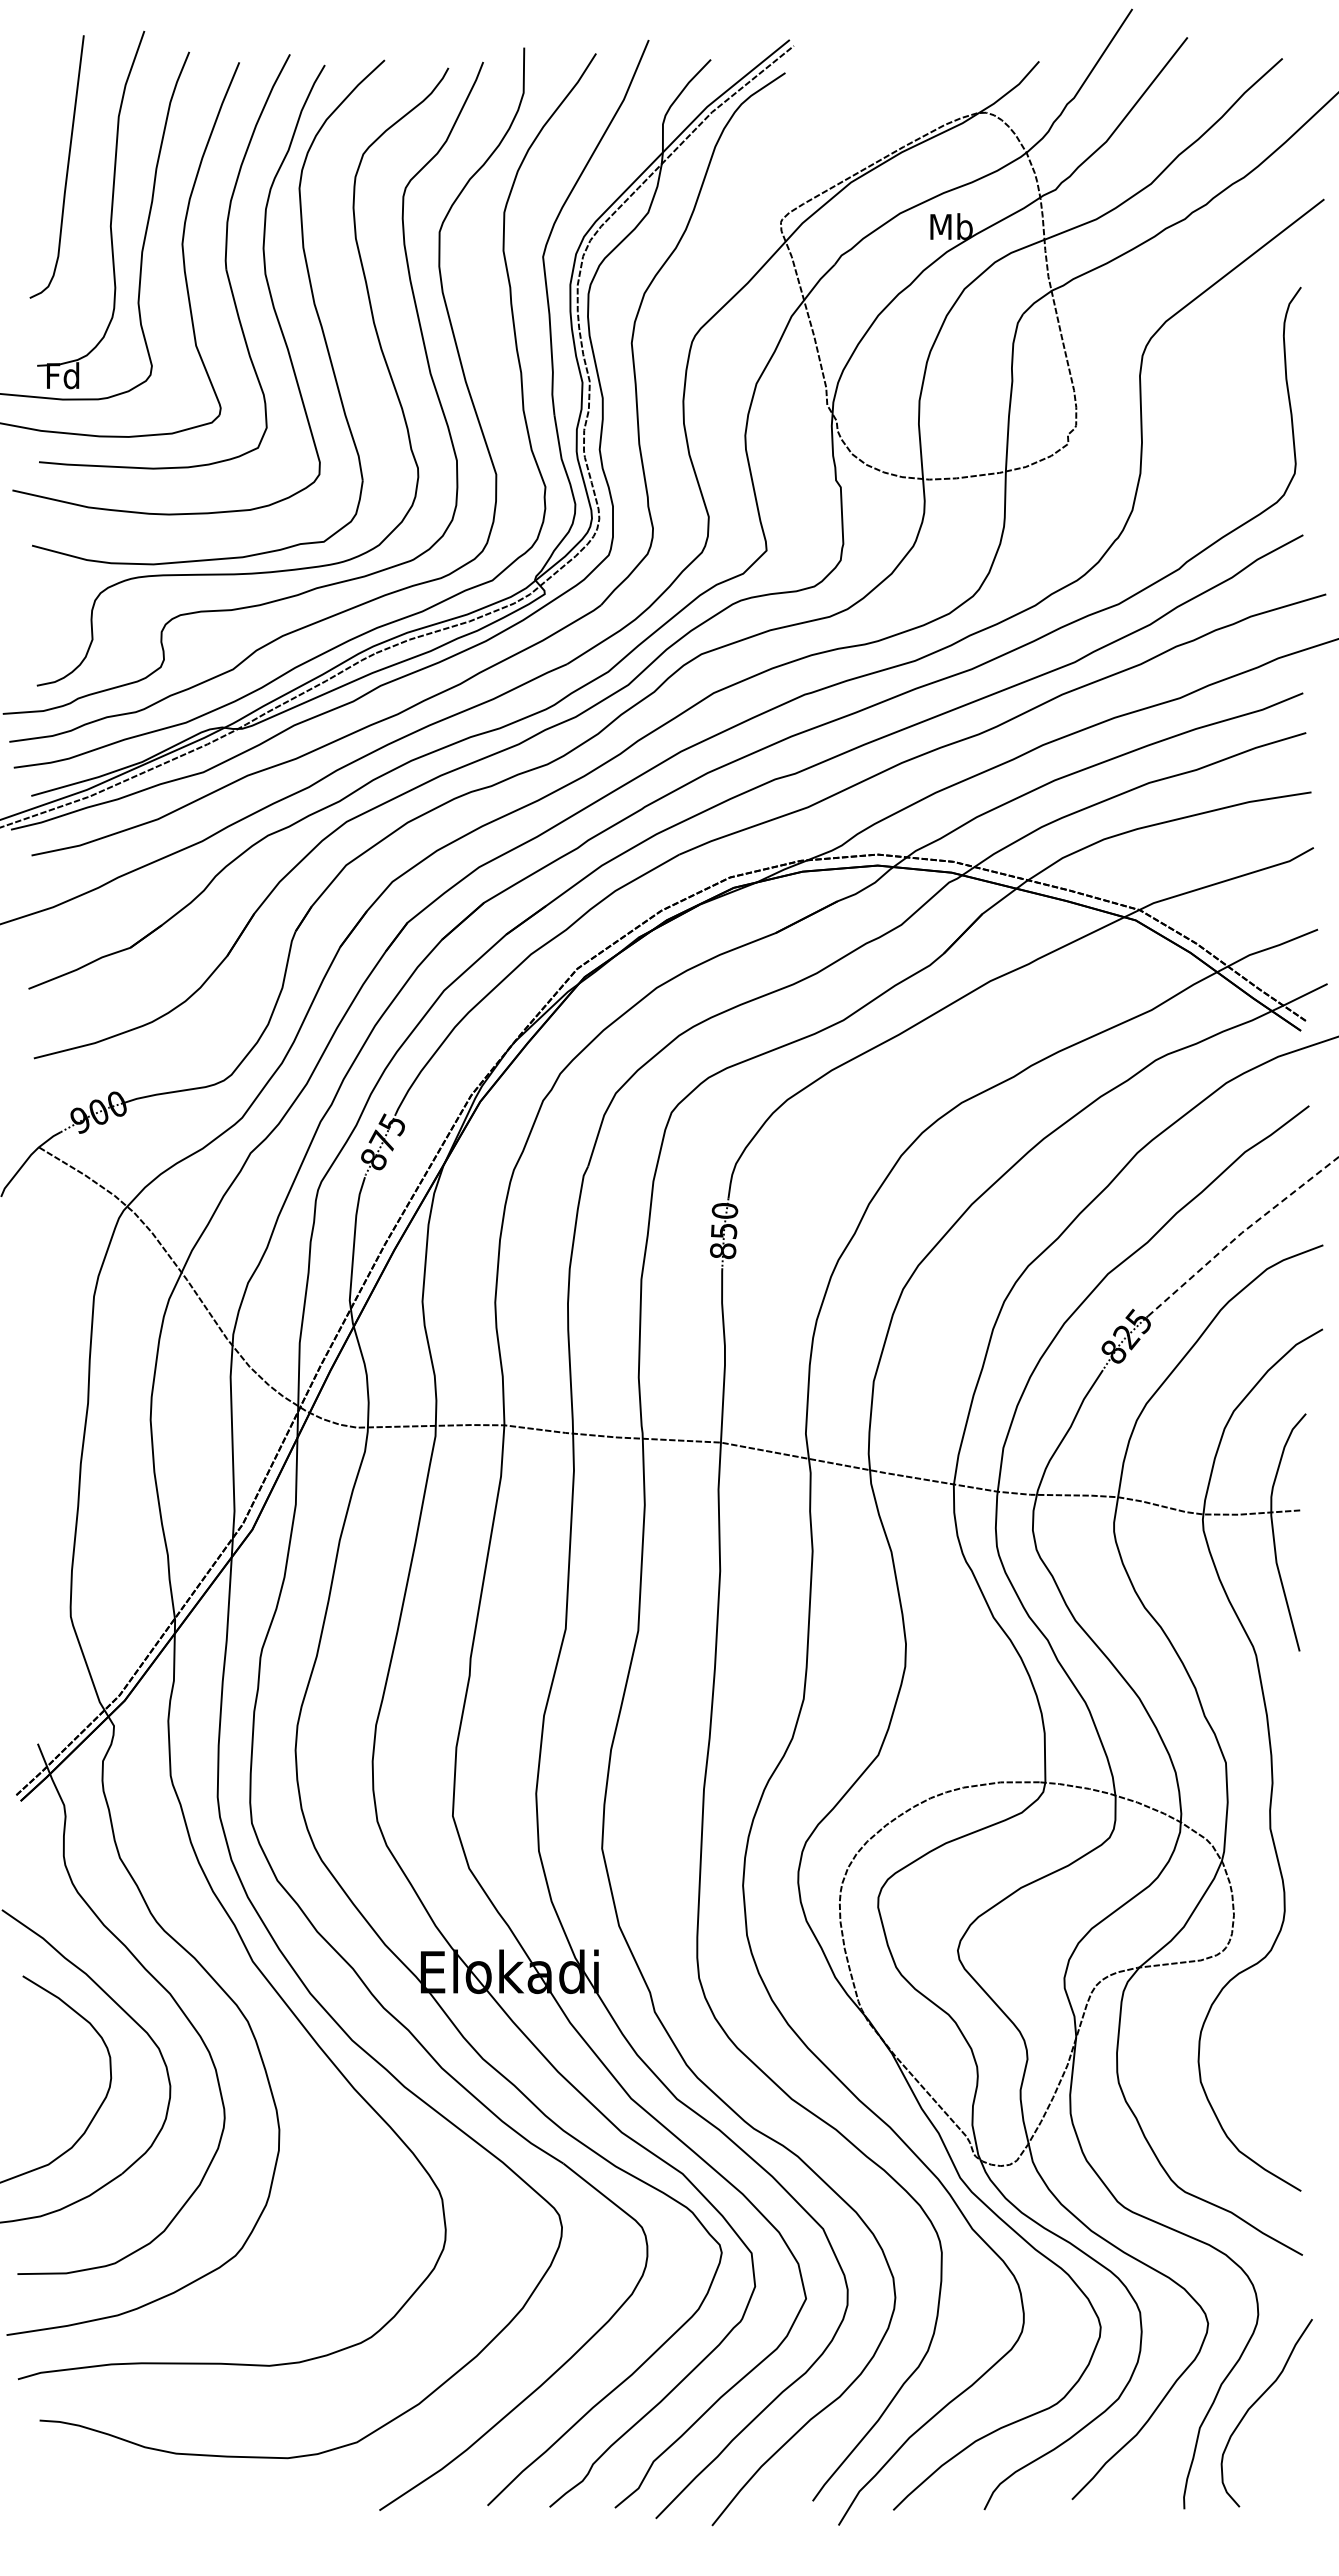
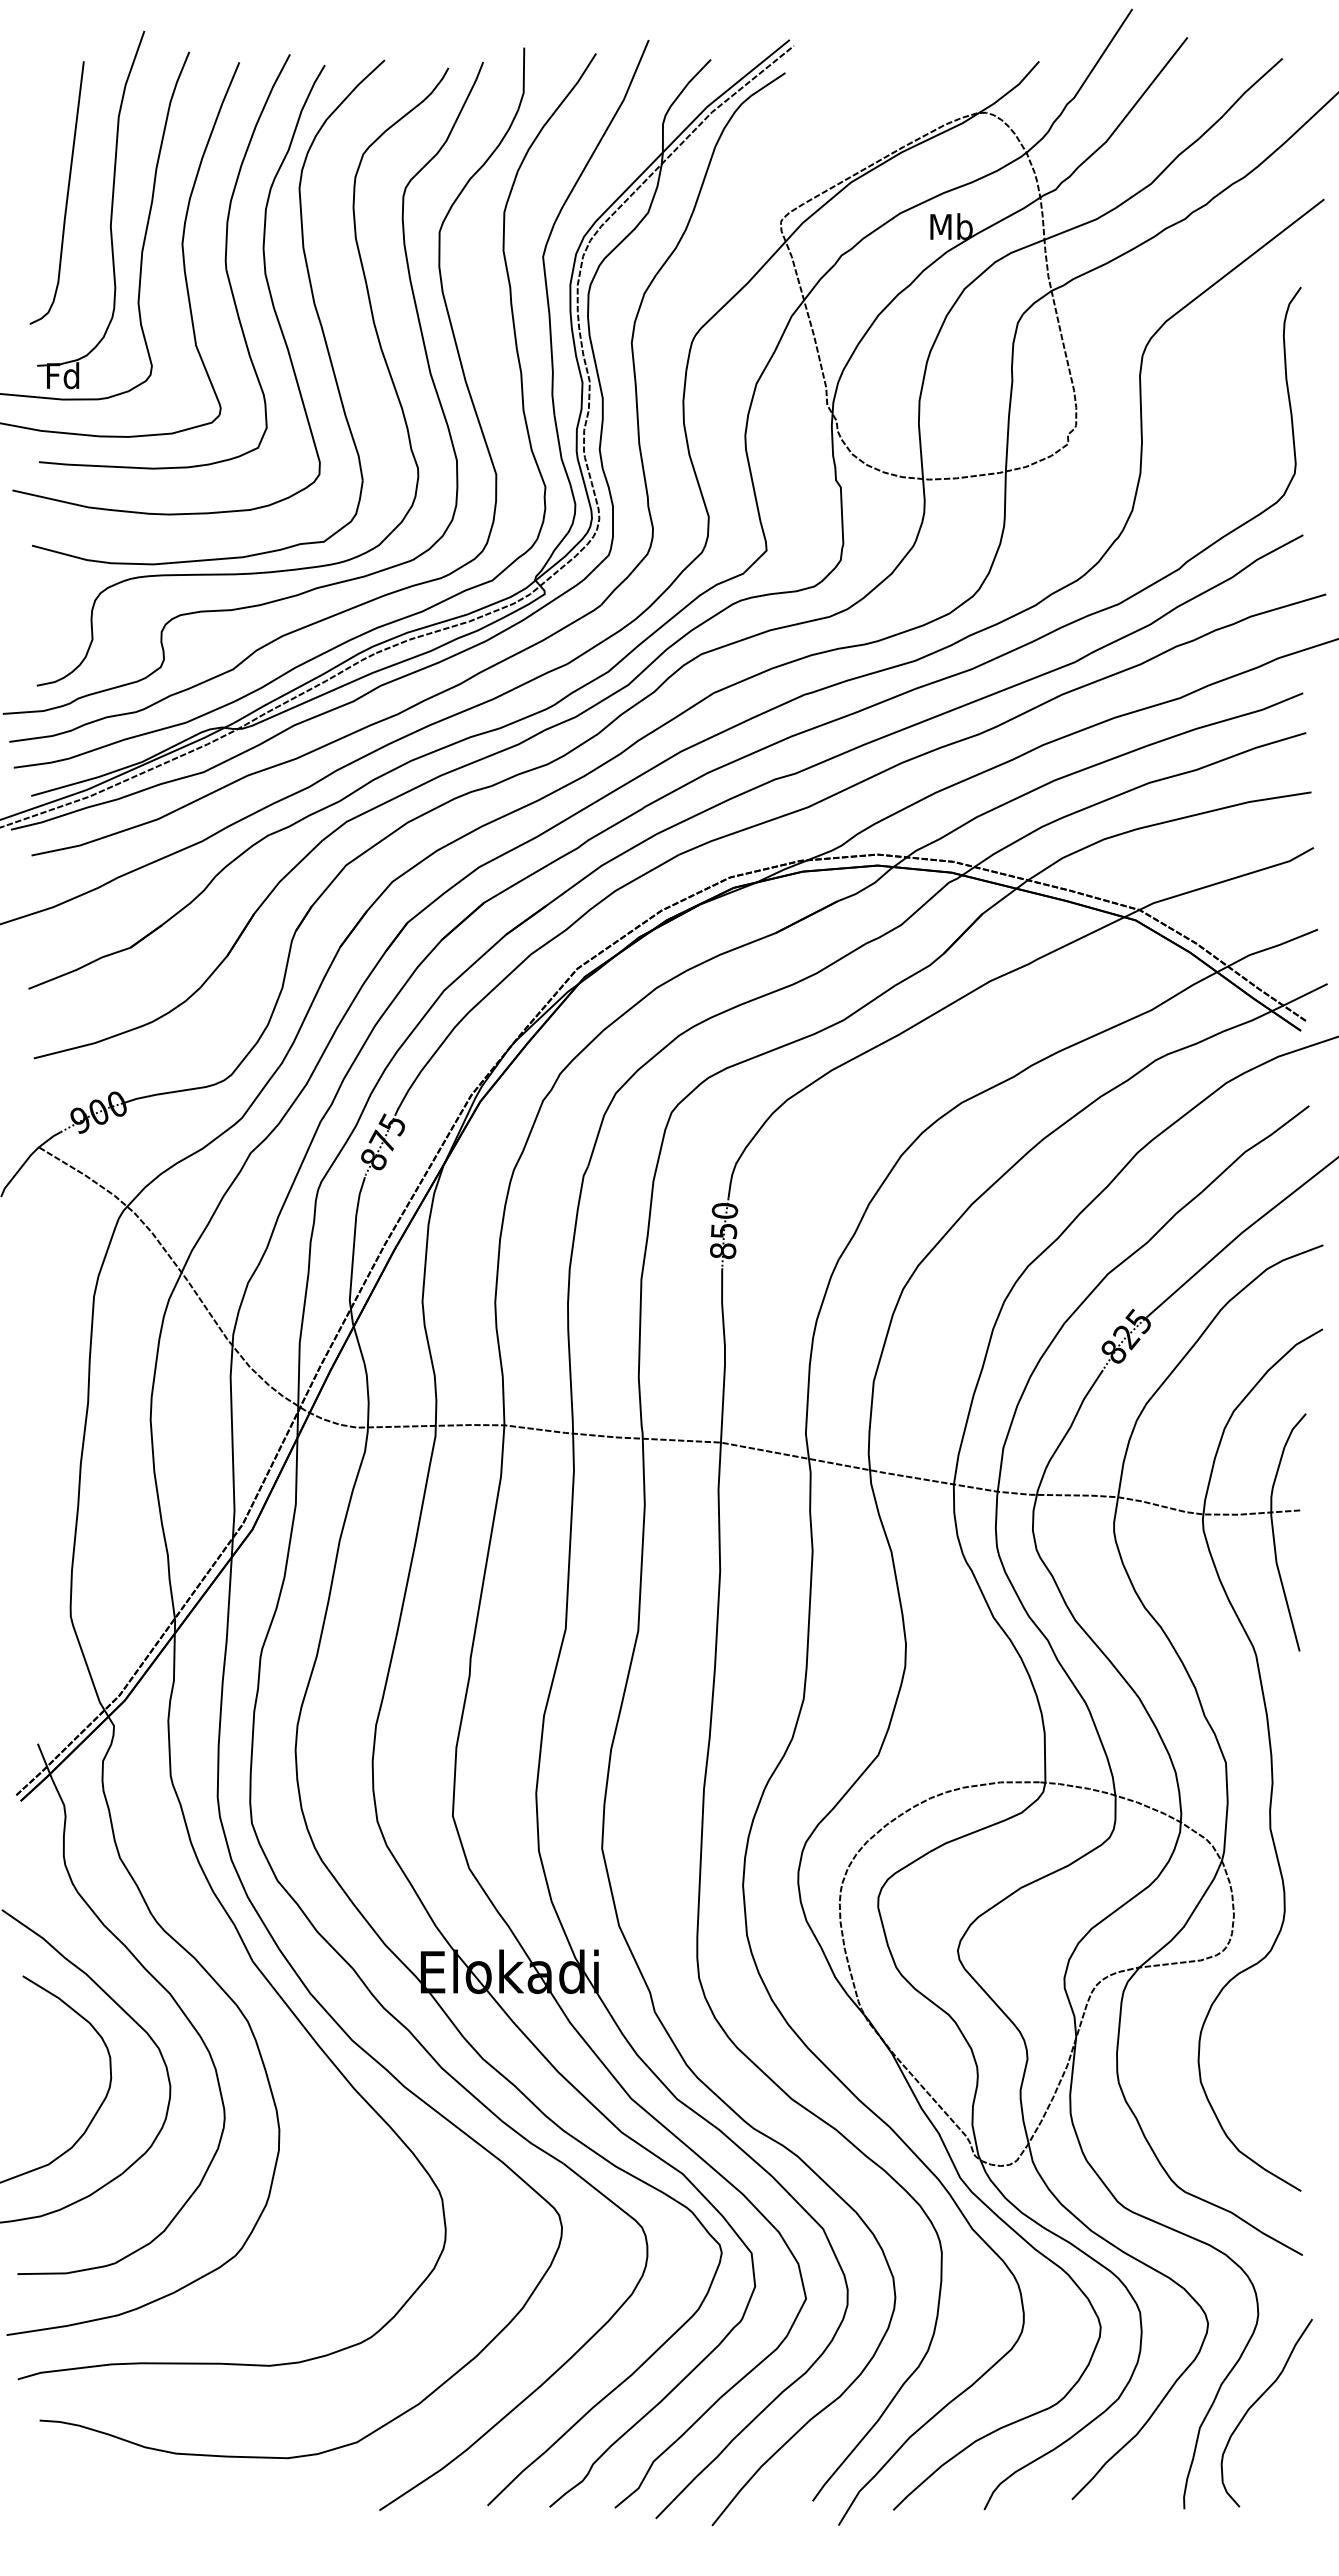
curve at (66, 168) position: (66, 168) -> (66, 194)
line at (1241, 1232): dashed -> solid
